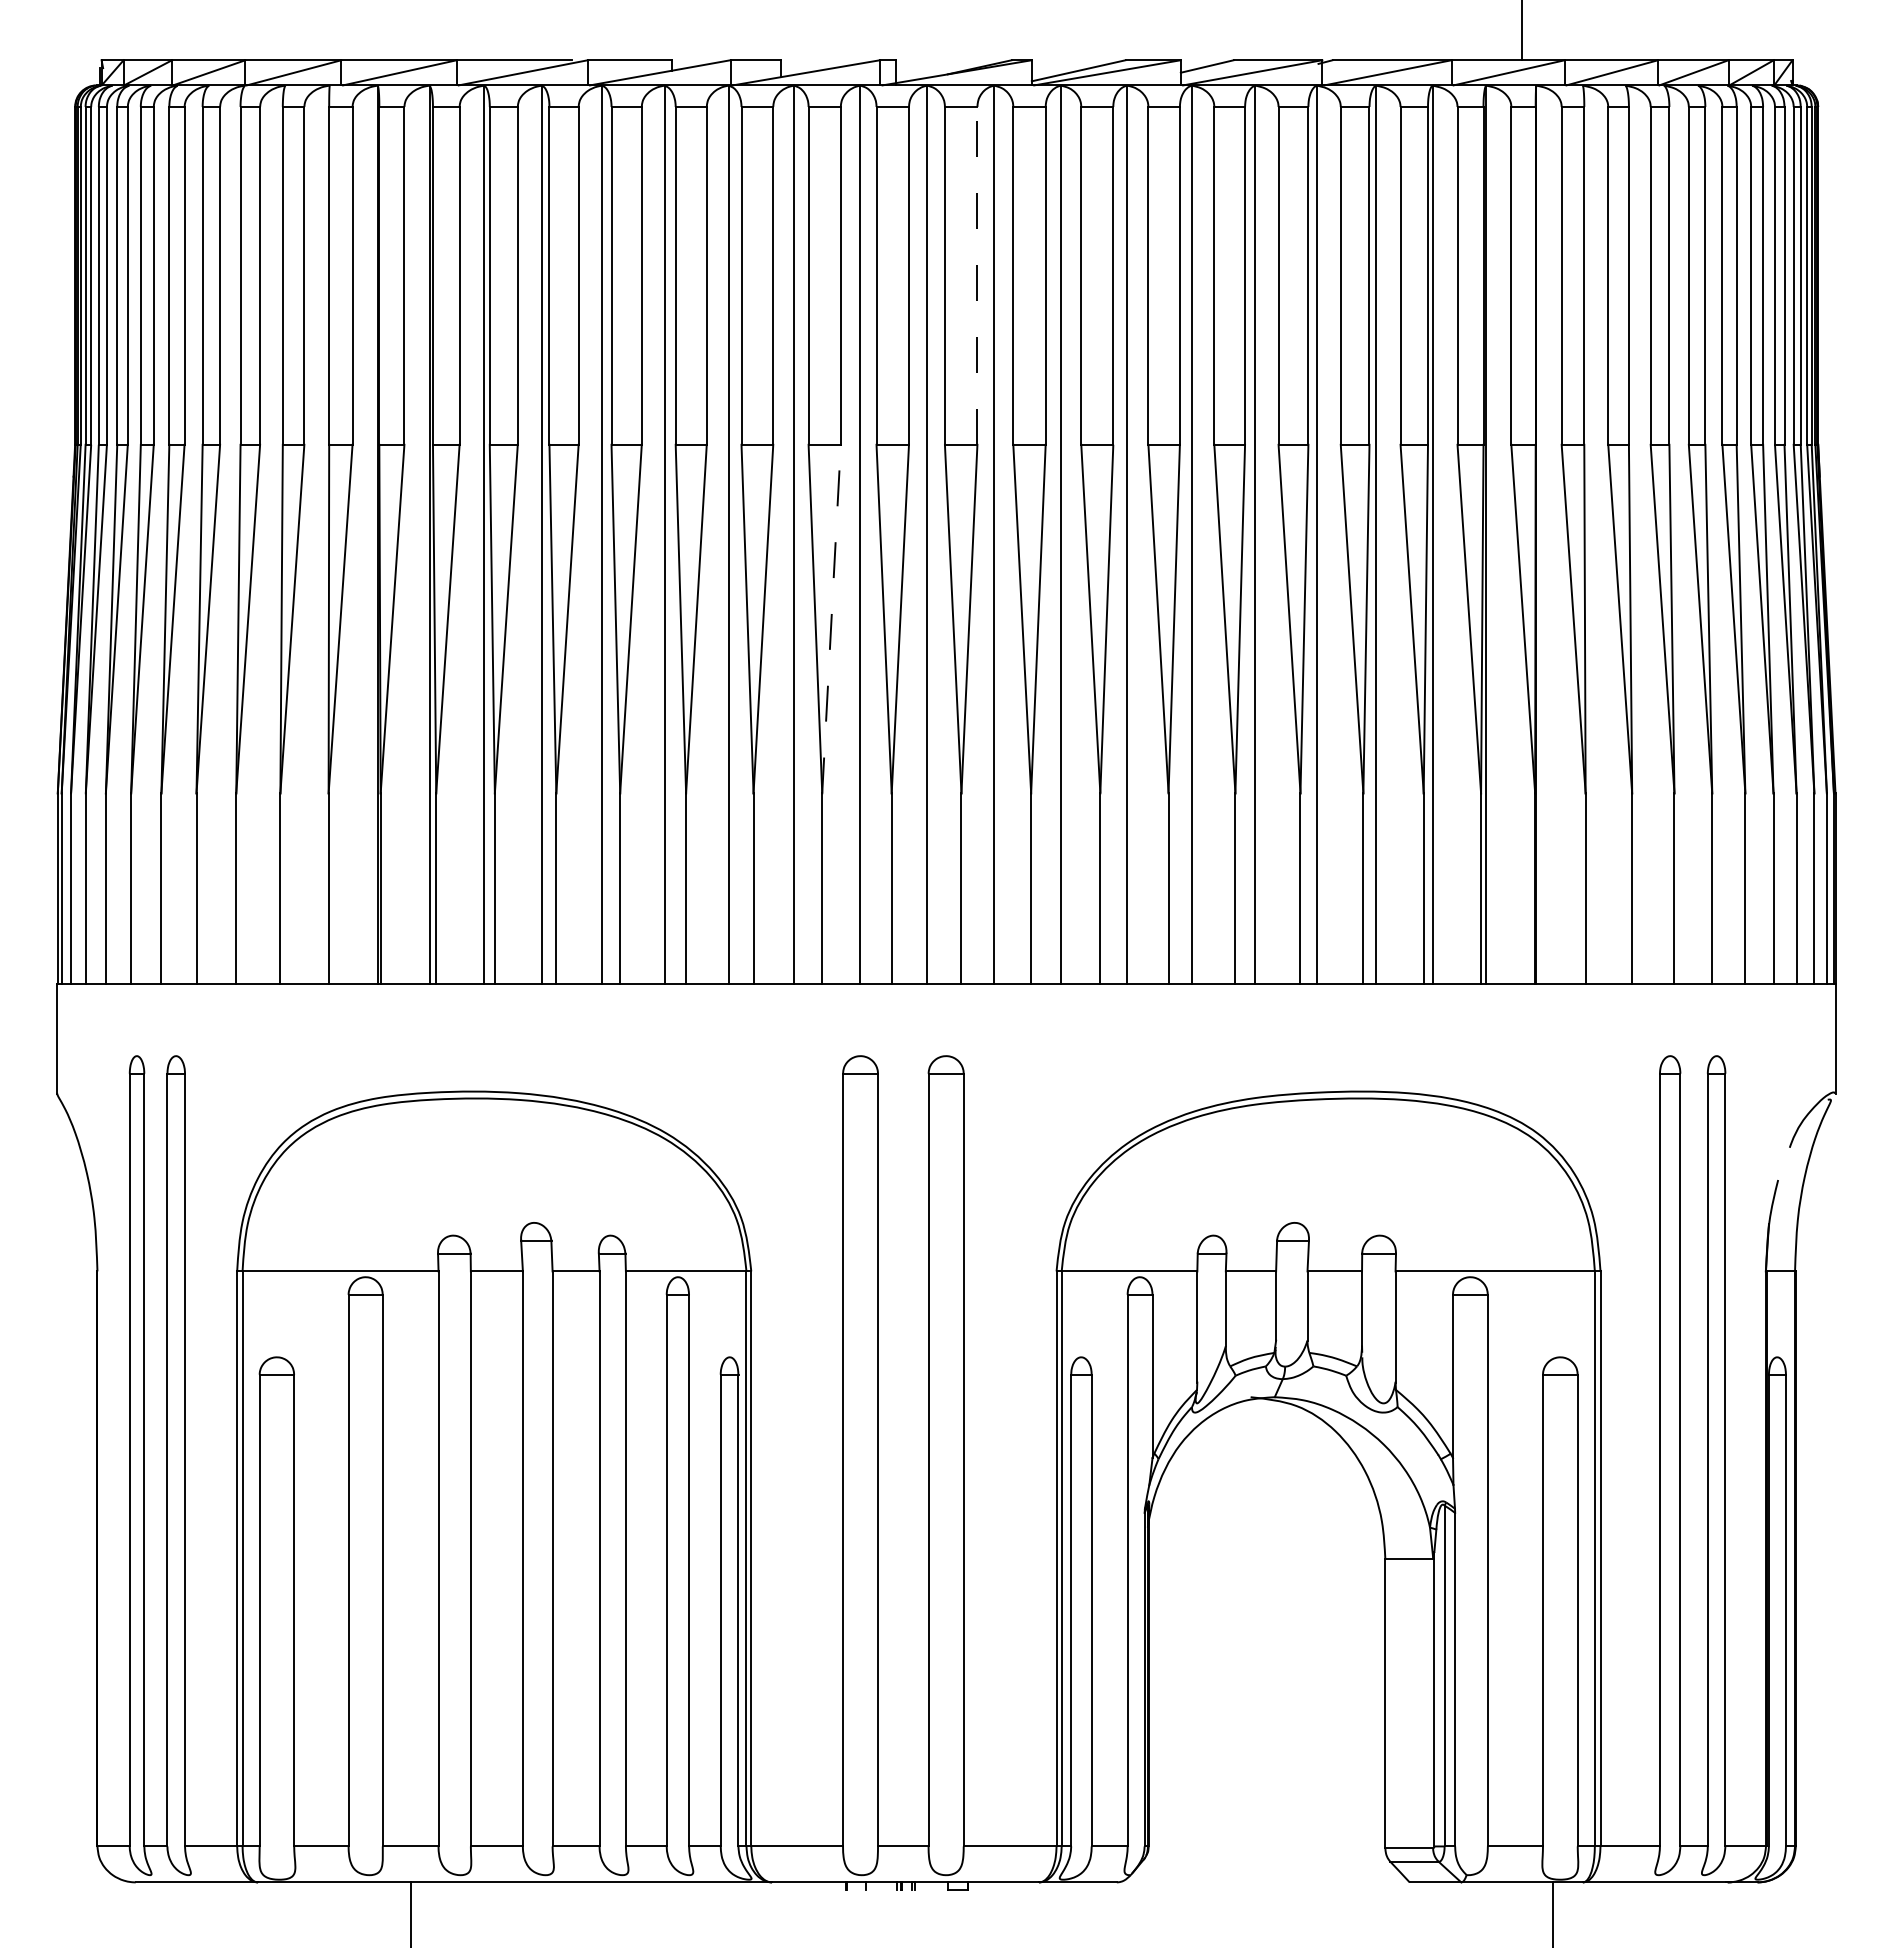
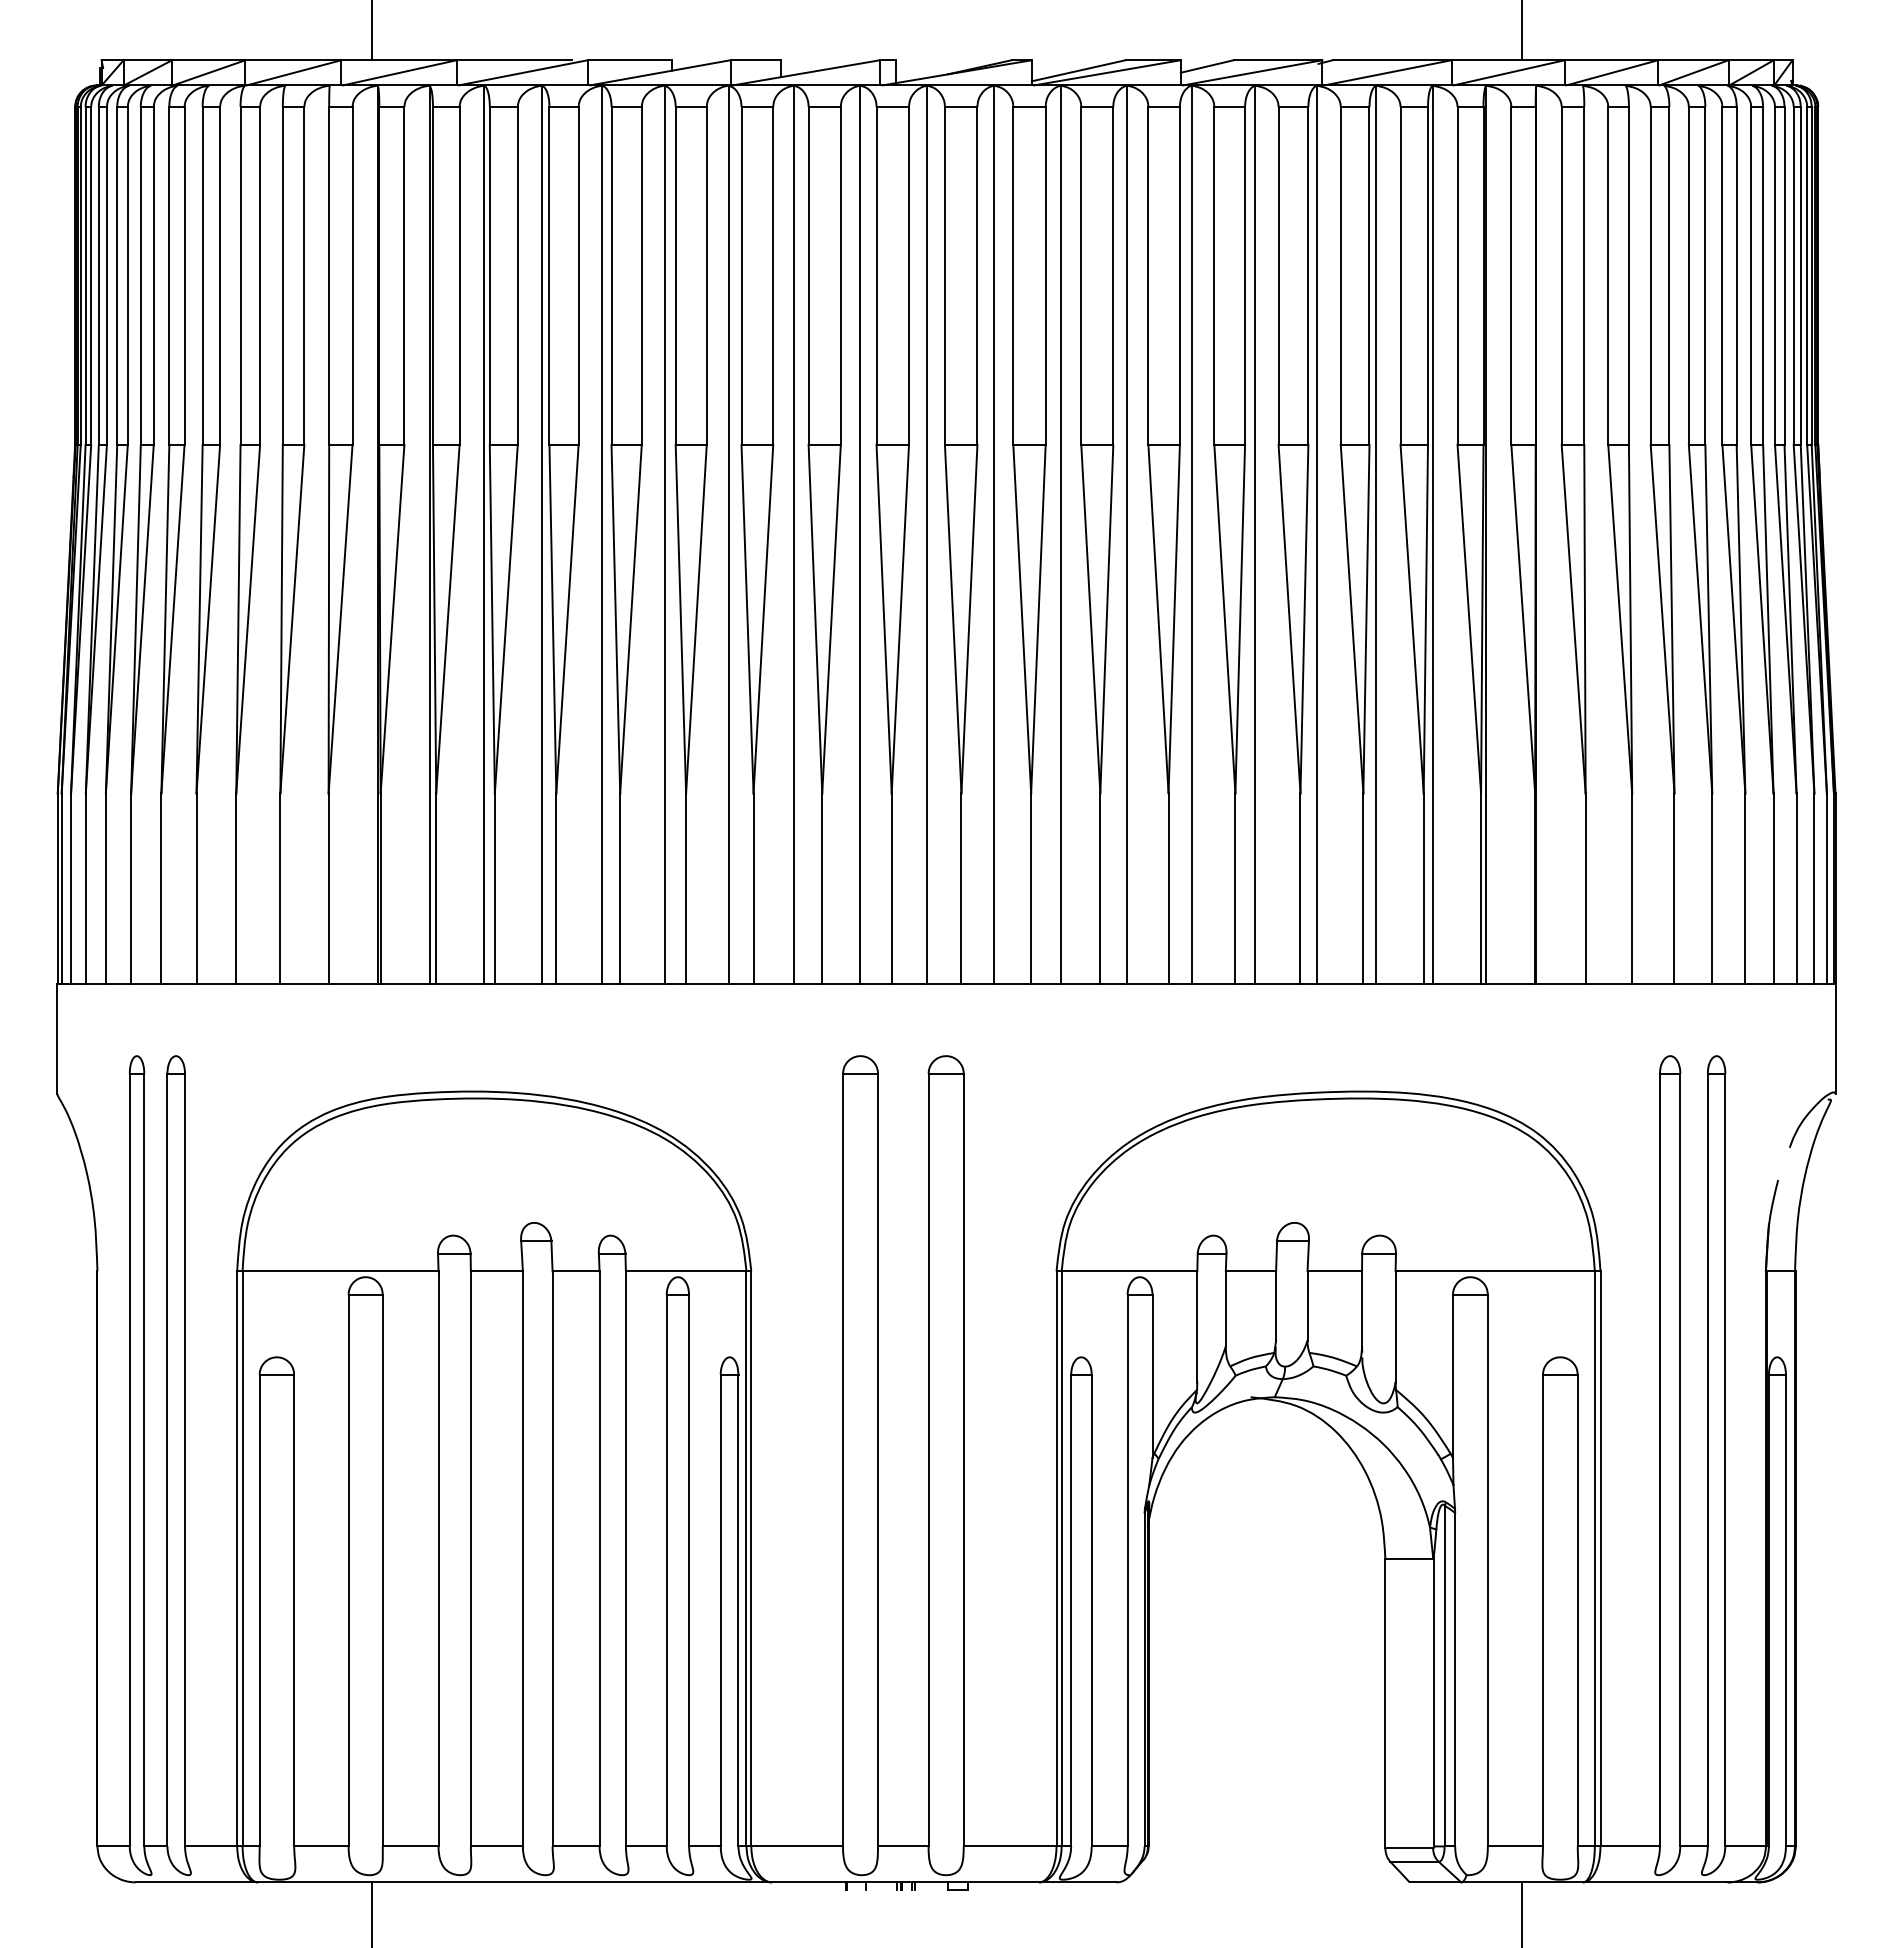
line at (371, 31): none -> present
line at (977, 275): dashed -> solid
line at (831, 619): dashed -> solid
line at (410, 1913) position: (410, 1913) -> (371, 1913)
line at (1552, 1913) position: (1552, 1913) -> (1521, 1913)
